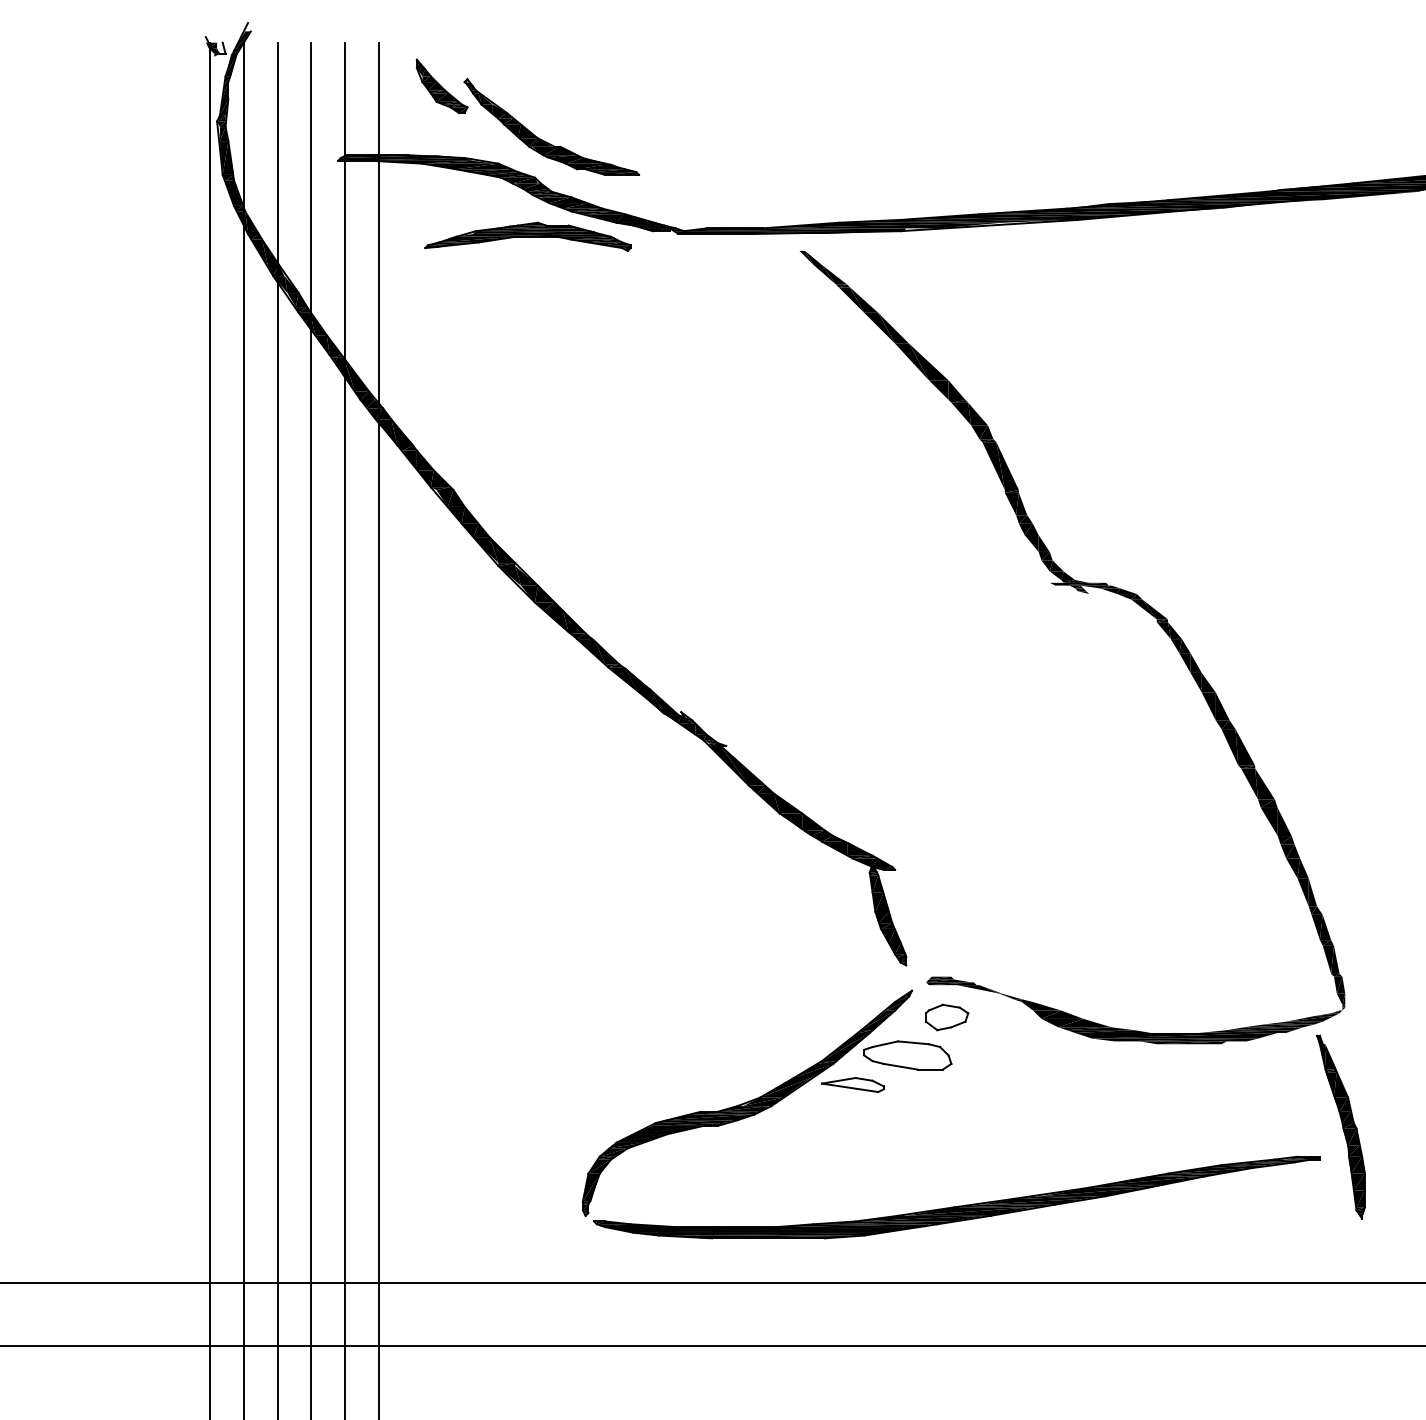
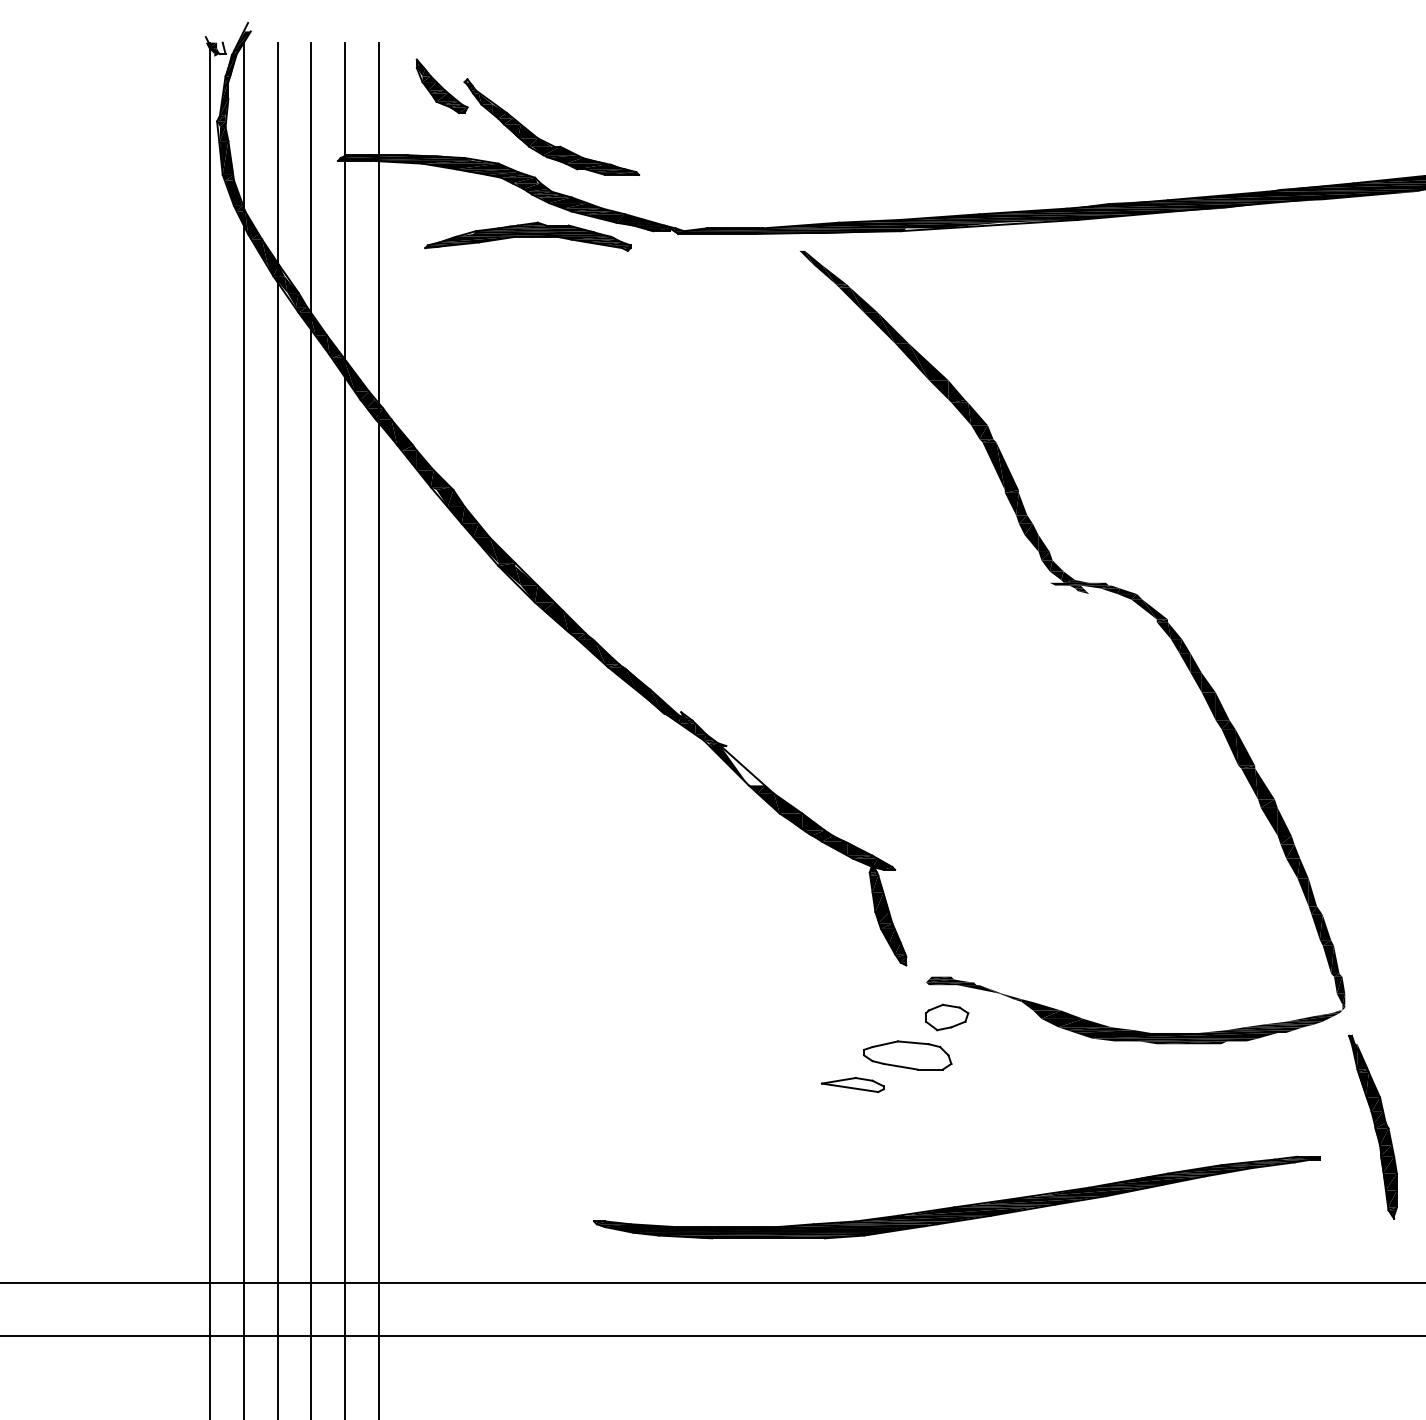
fill at (742, 765): present -> none
part at (747, 1102): present -> none
part at (1340, 1126) position: (1340, 1126) -> (1372, 1126)
line at (712, 1345) position: (712, 1345) -> (712, 1335)
